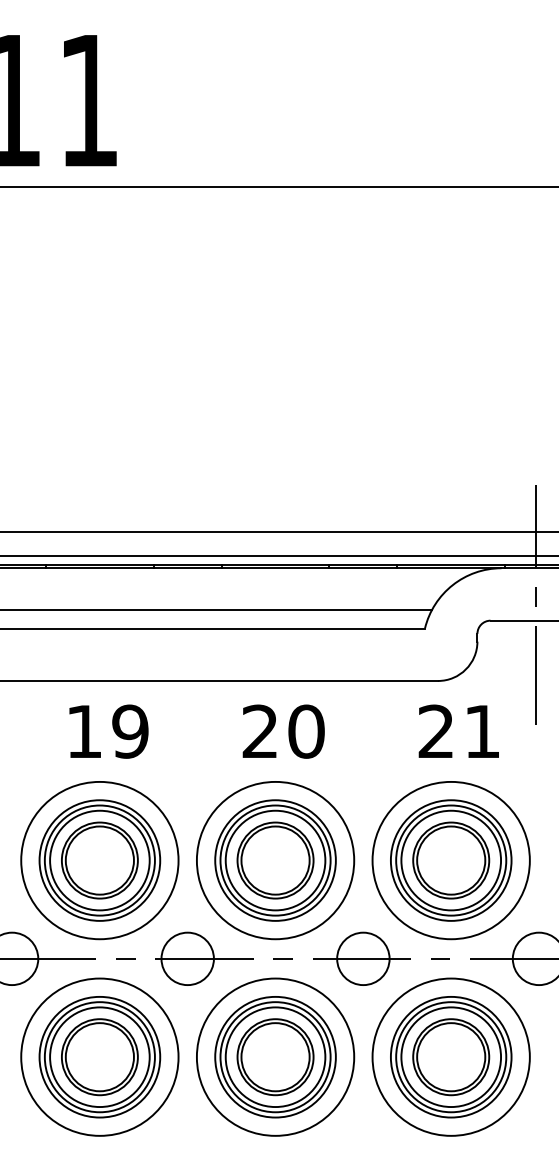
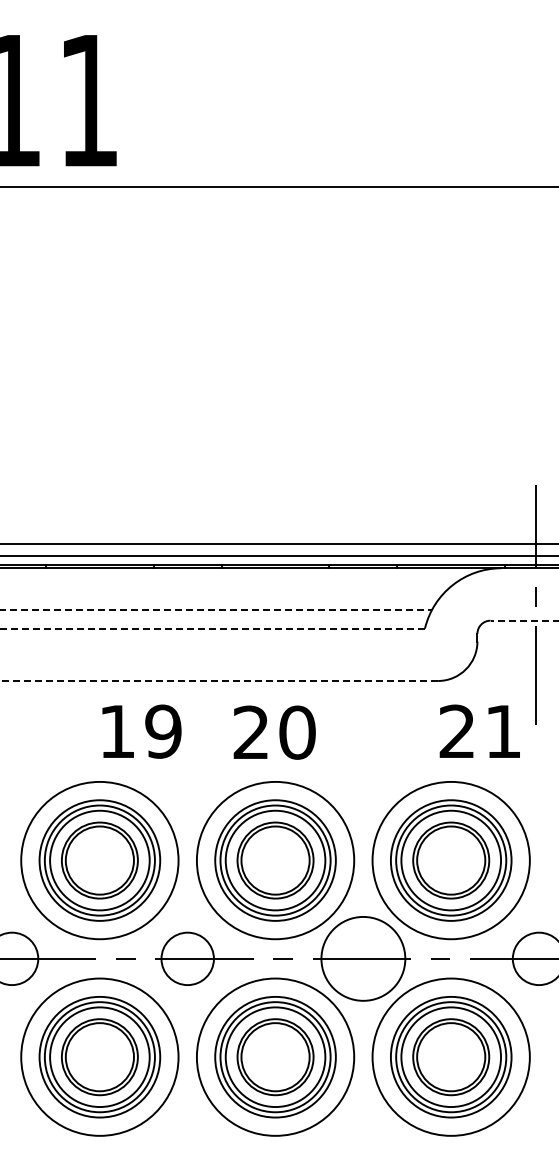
line at (278, 531) position: (278, 531) -> (278, 543)
line at (216, 609): solid -> dashed
line at (524, 620): solid -> dashed
line at (212, 628): solid -> dashed
line at (219, 680): solid -> dashed
text at (458, 730) position: (458, 730) -> (479, 730)
text at (108, 731) position: (108, 731) -> (141, 731)
text at (283, 731) position: (283, 731) -> (274, 732)
circle at (363, 958) diameter: 52 px -> 84 px
